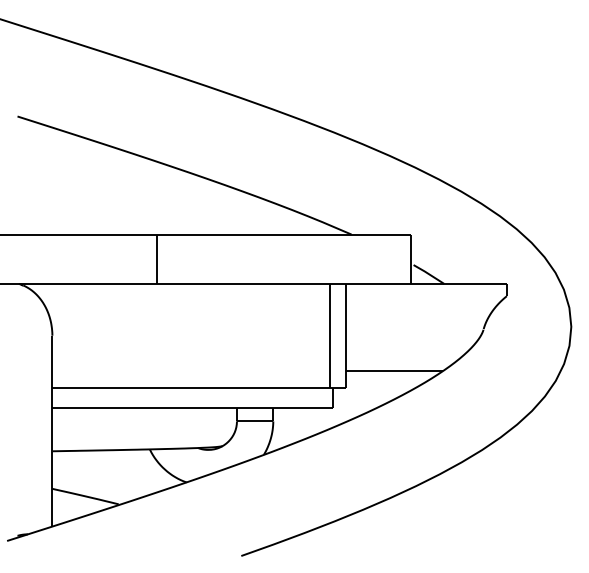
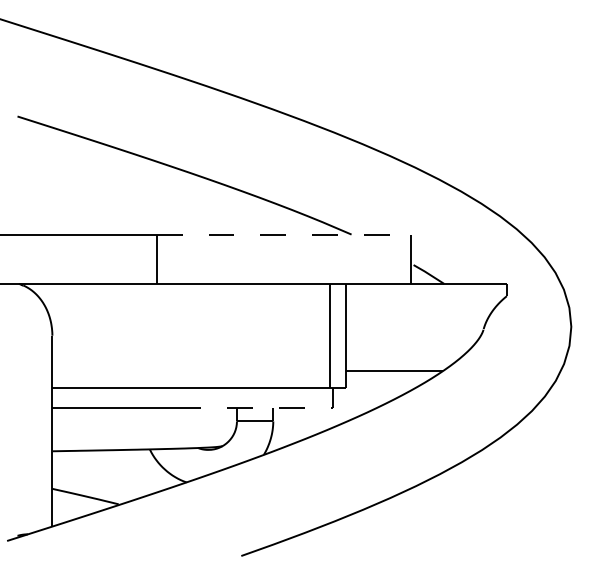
line at (284, 234): solid -> dashed
line at (254, 408): solid -> dashed
